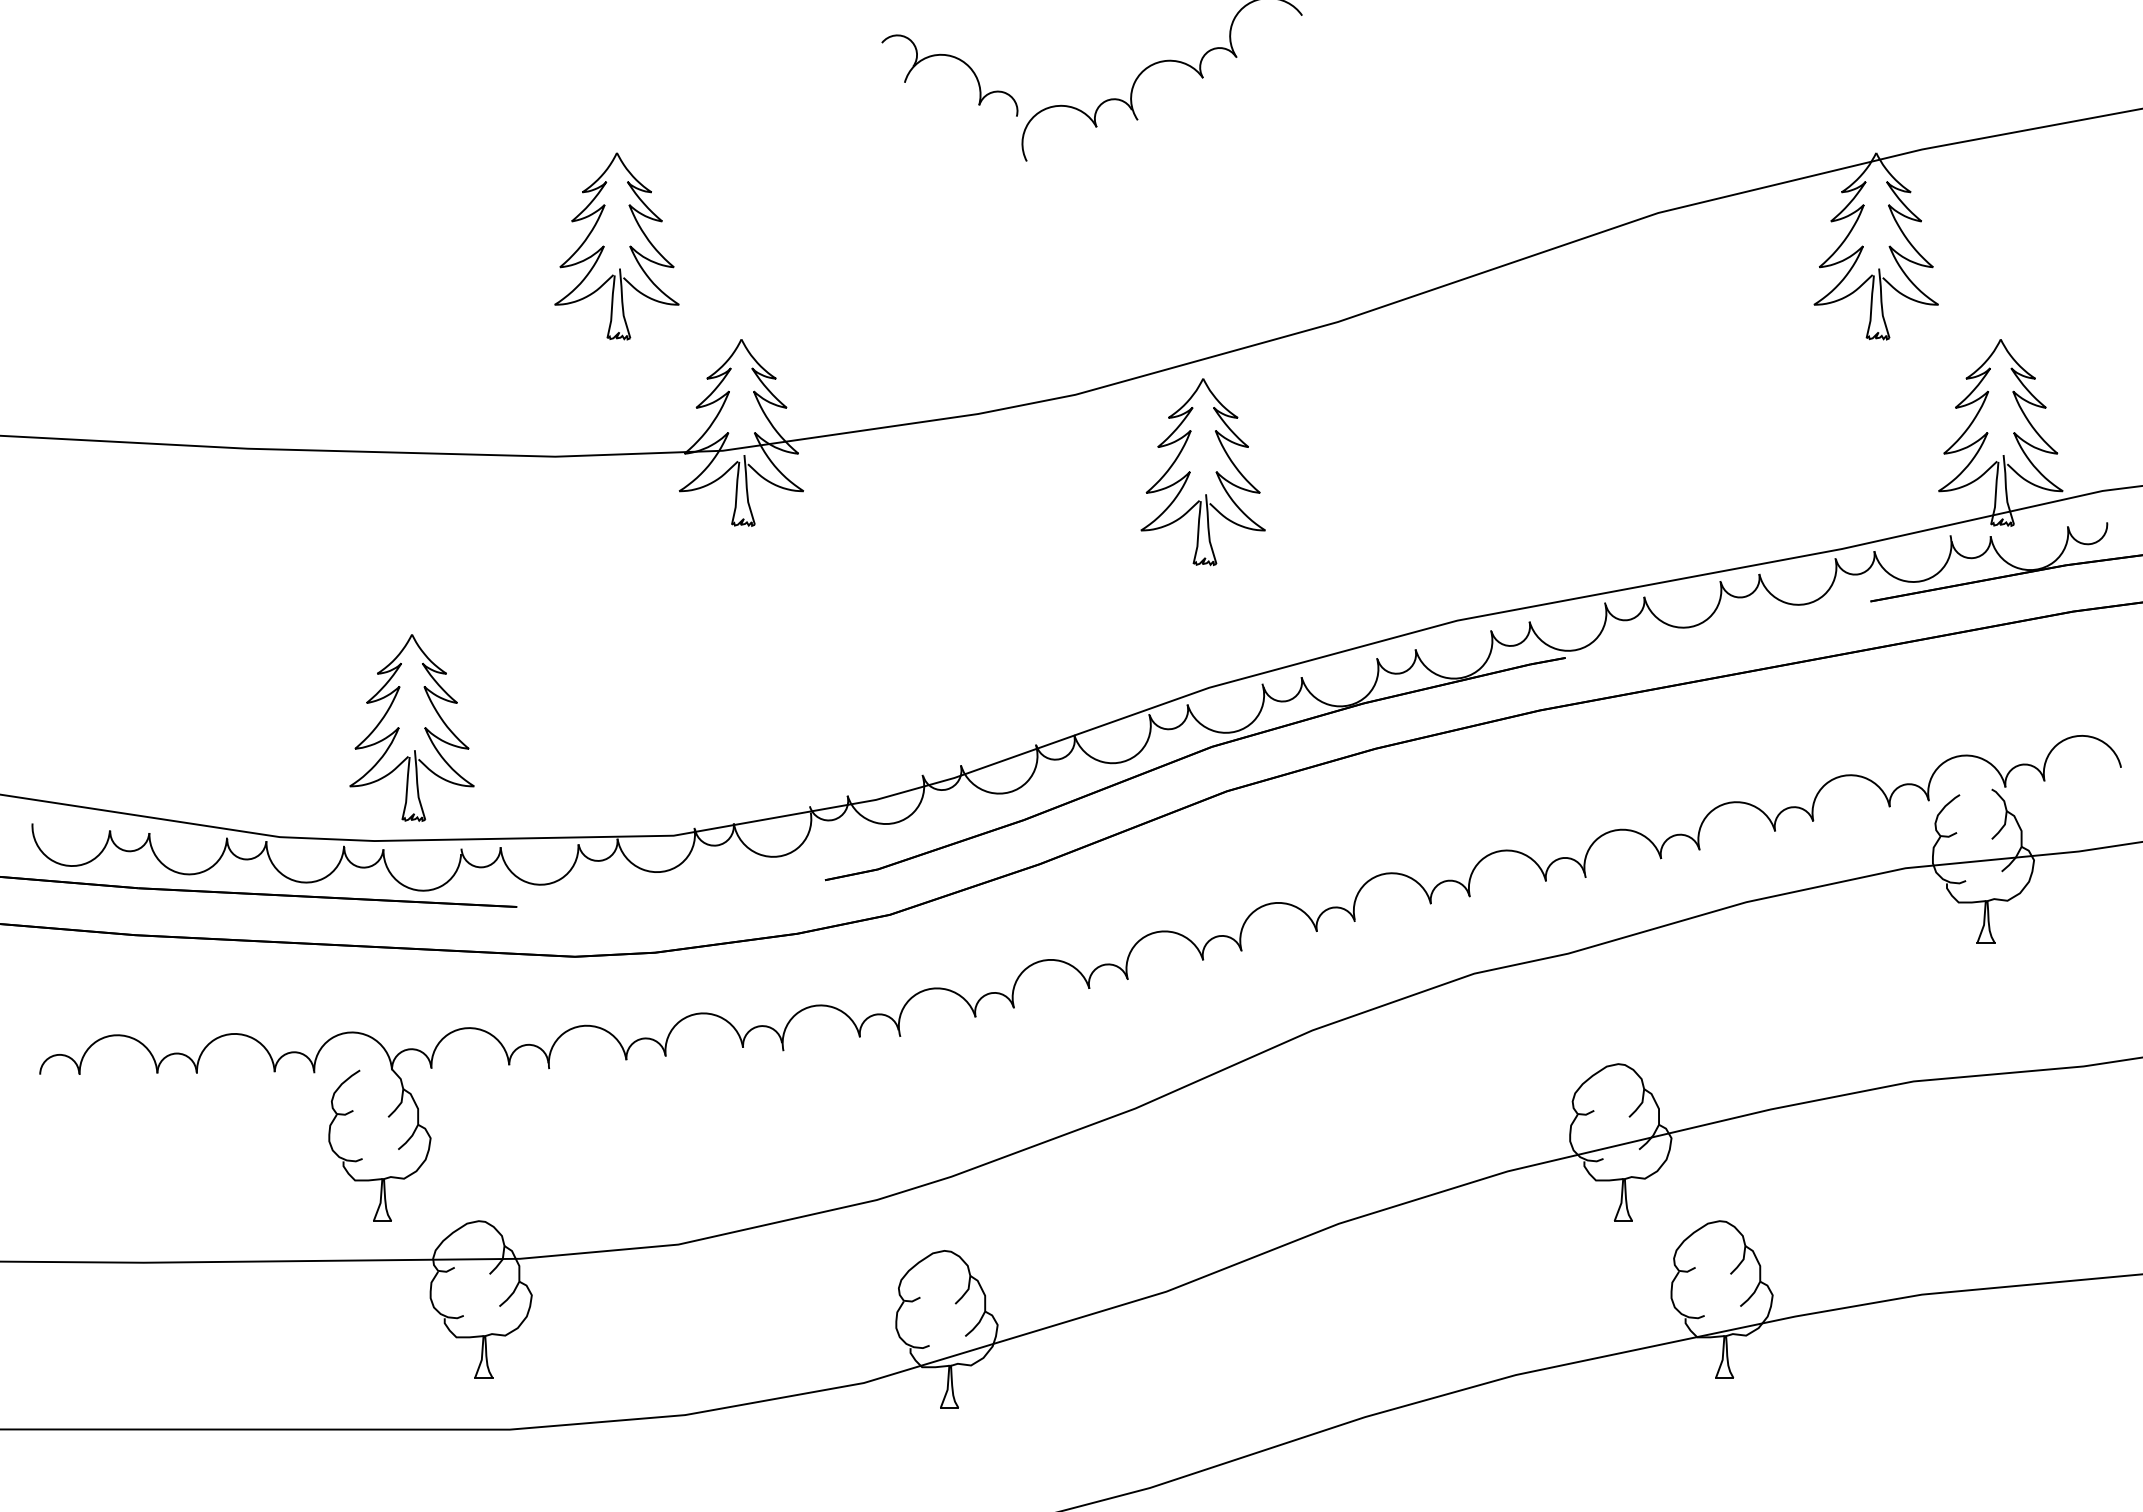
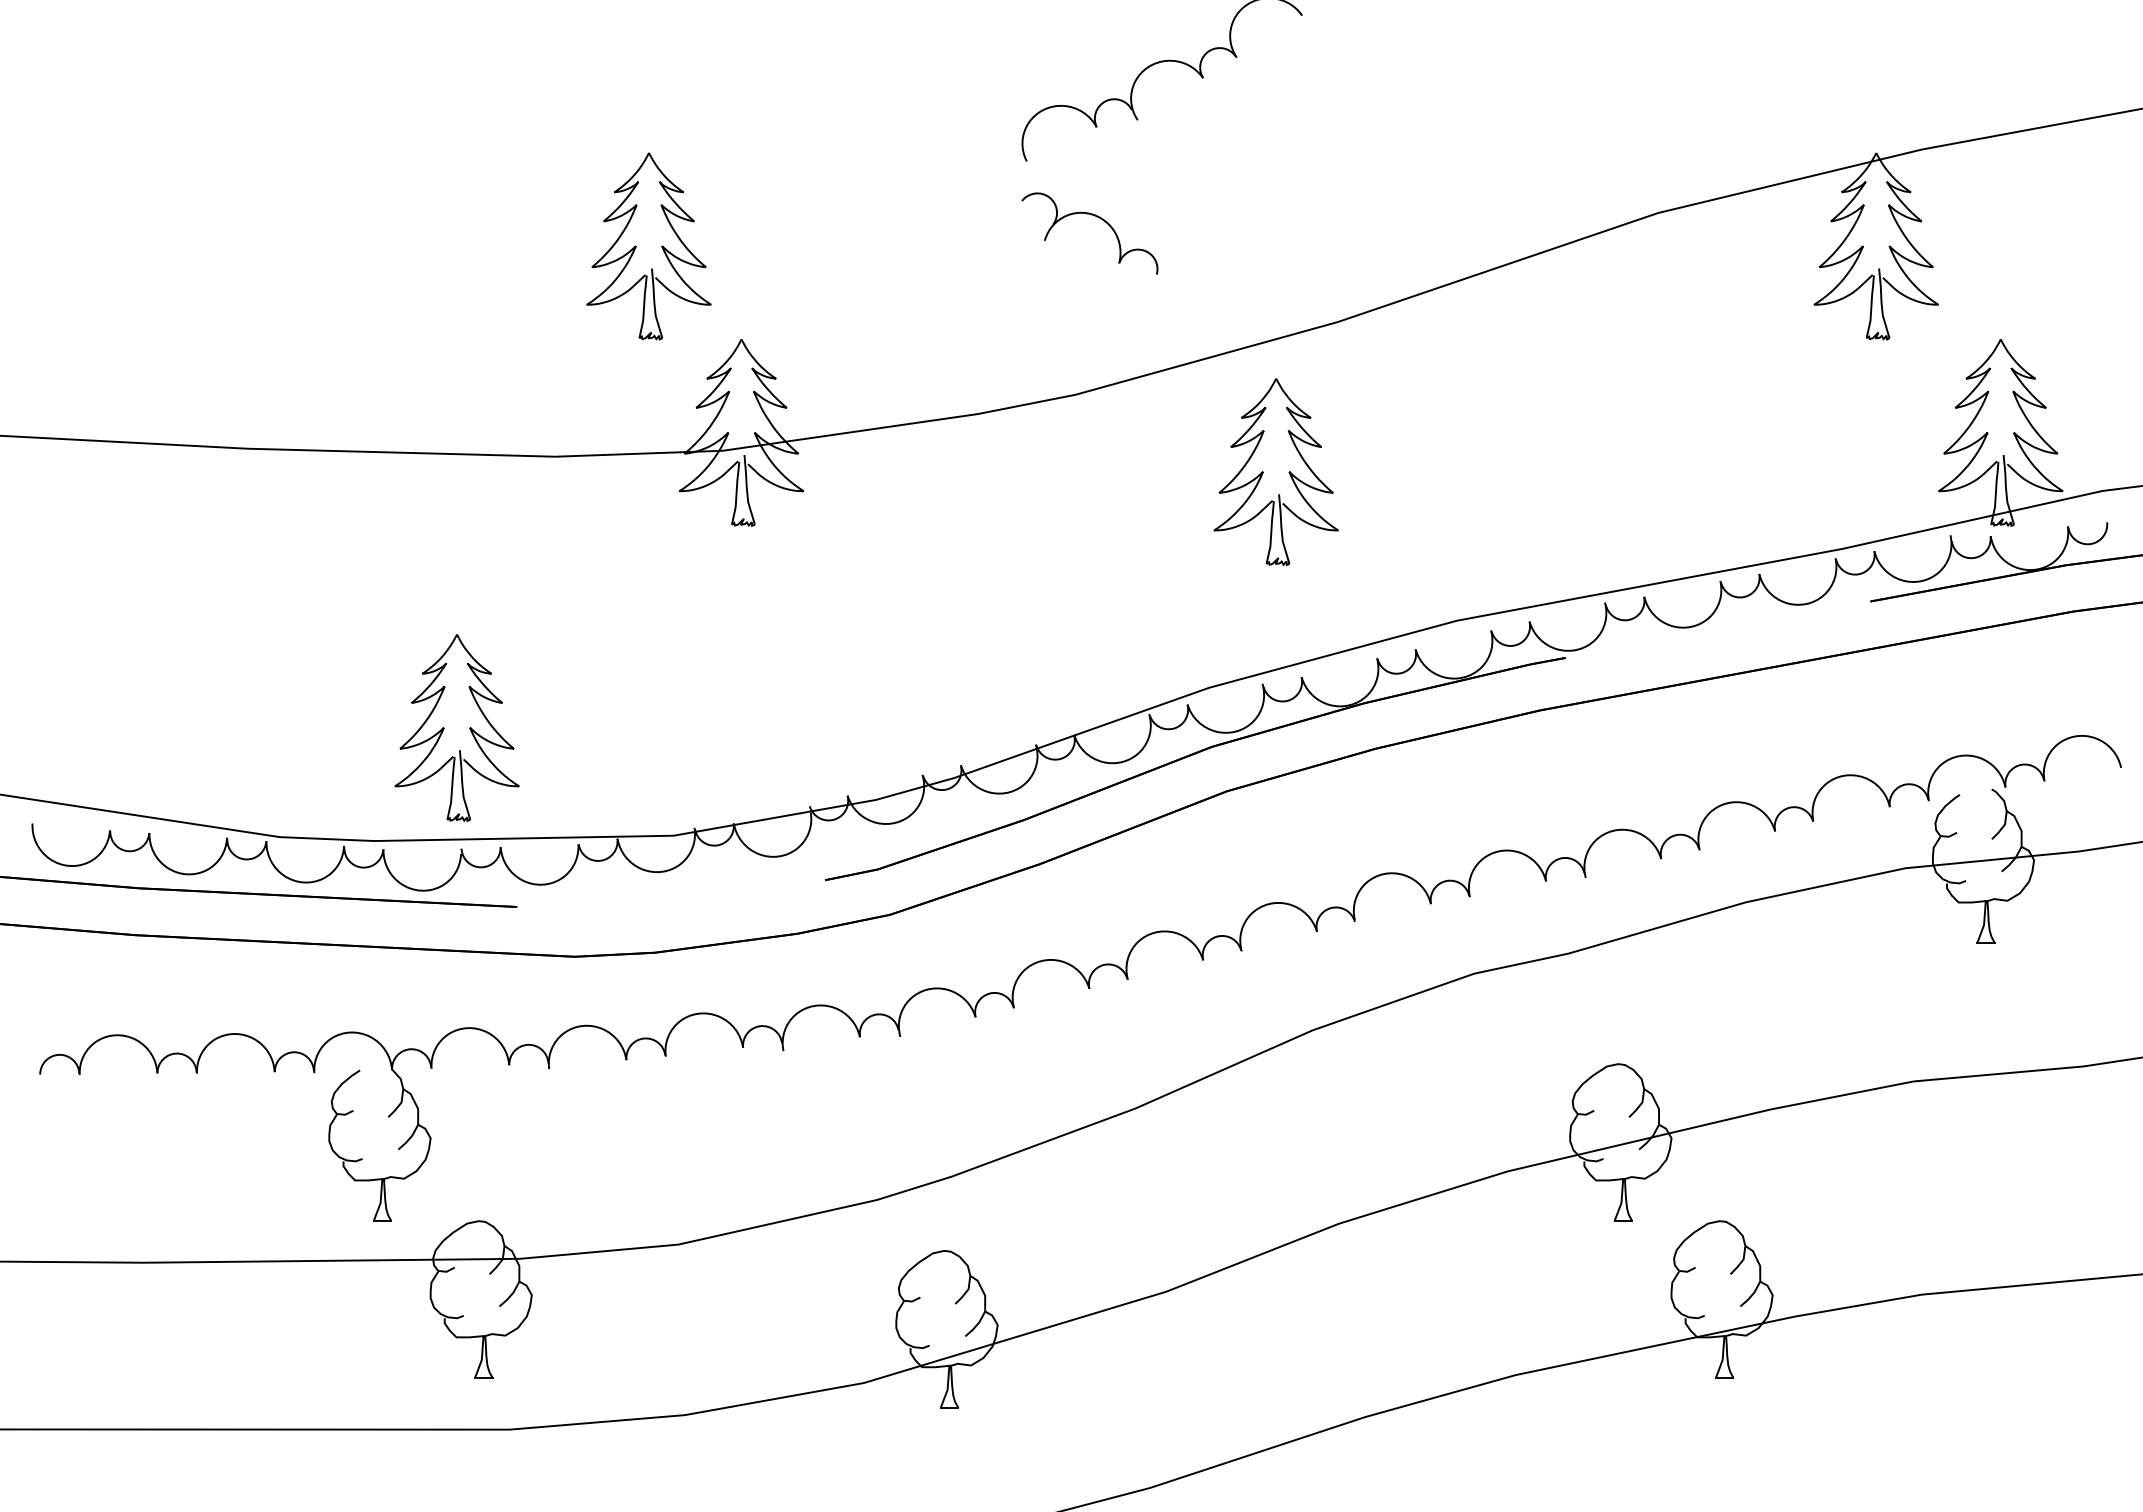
part at (956, 59) position: (956, 59) -> (1096, 217)
part at (604, 246) position: (604, 246) -> (636, 246)
part at (1190, 472) position: (1190, 472) -> (1263, 472)
part at (399, 727) position: (399, 727) -> (444, 727)
